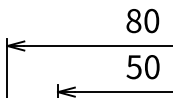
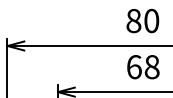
text at (142, 67): 50 -> 68
